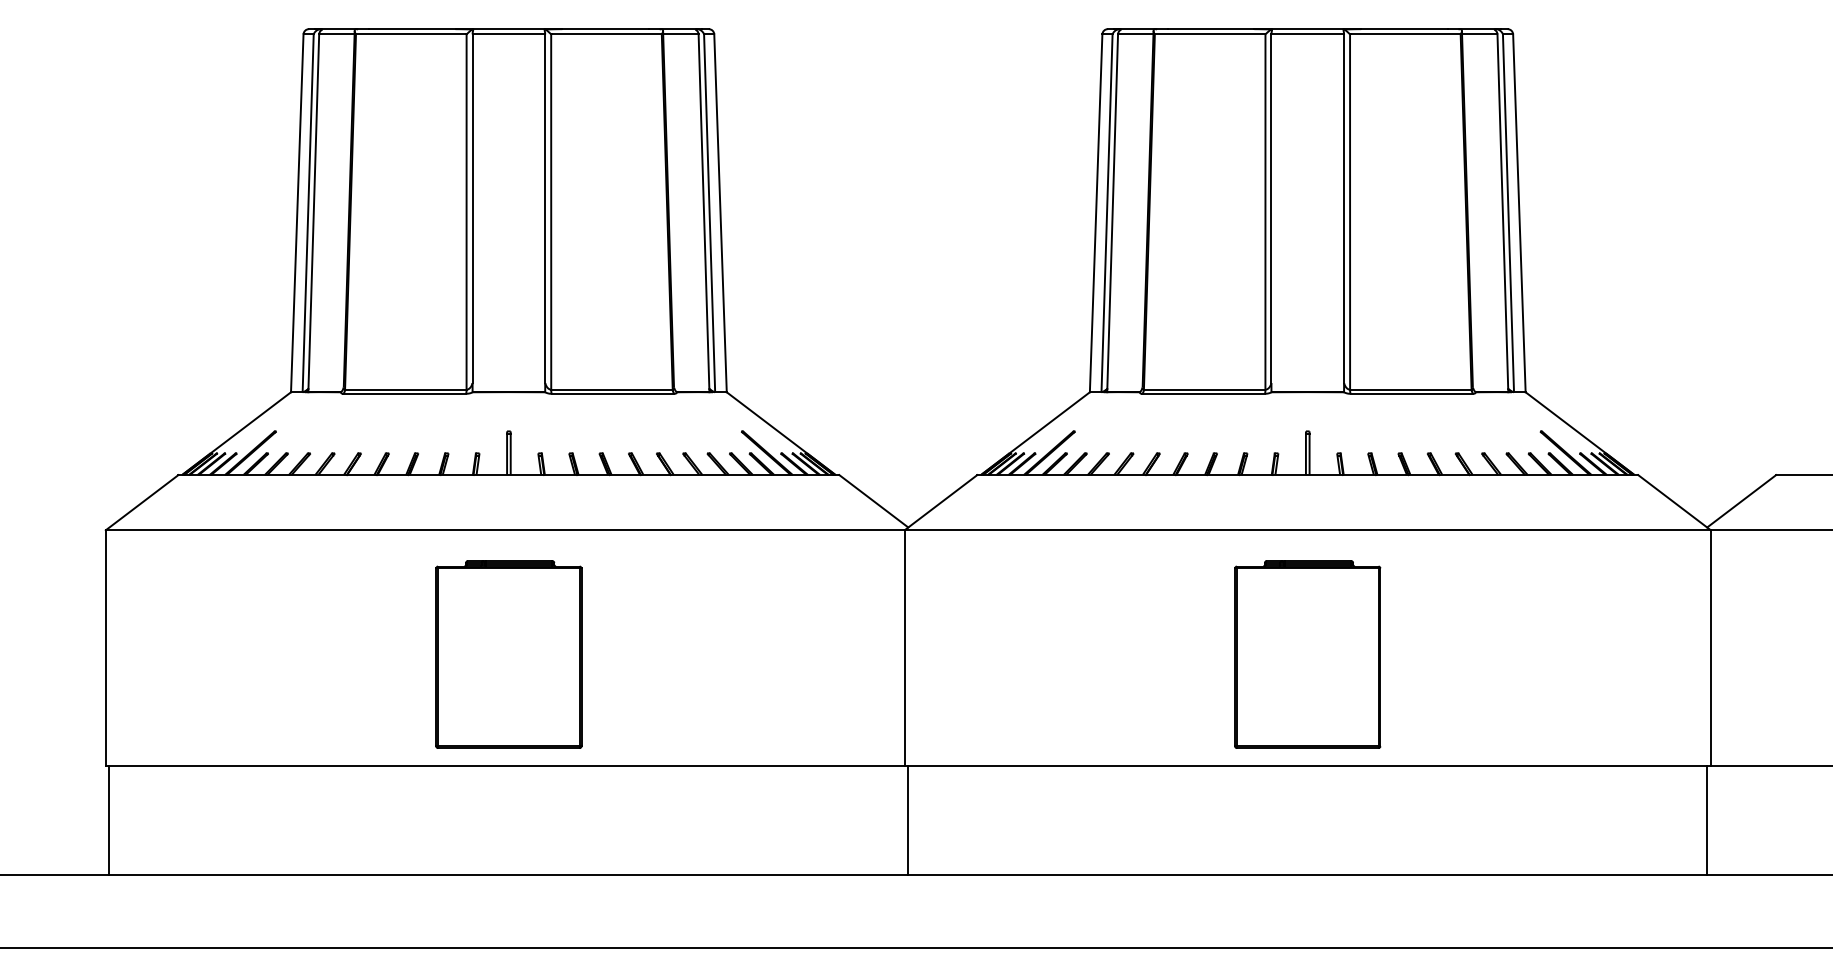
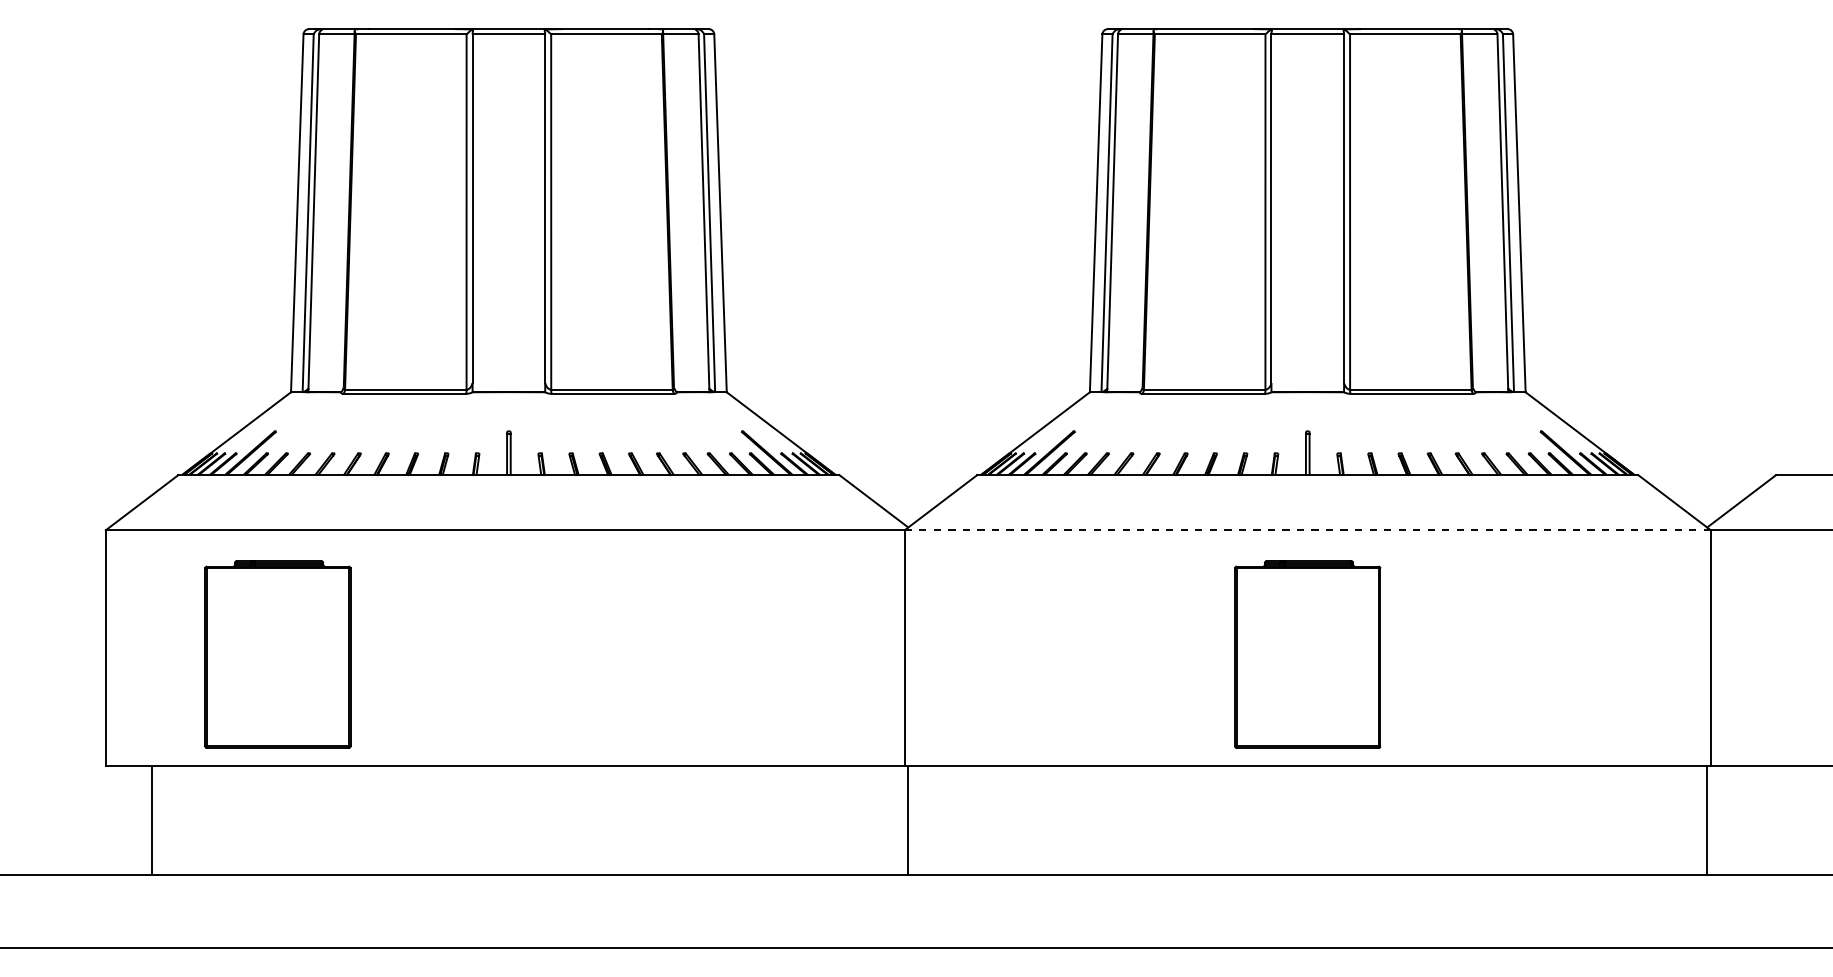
line at (1307, 530): solid -> dashed
part at (508, 654) position: (508, 654) -> (277, 654)
line at (109, 820) position: (109, 820) -> (152, 820)
